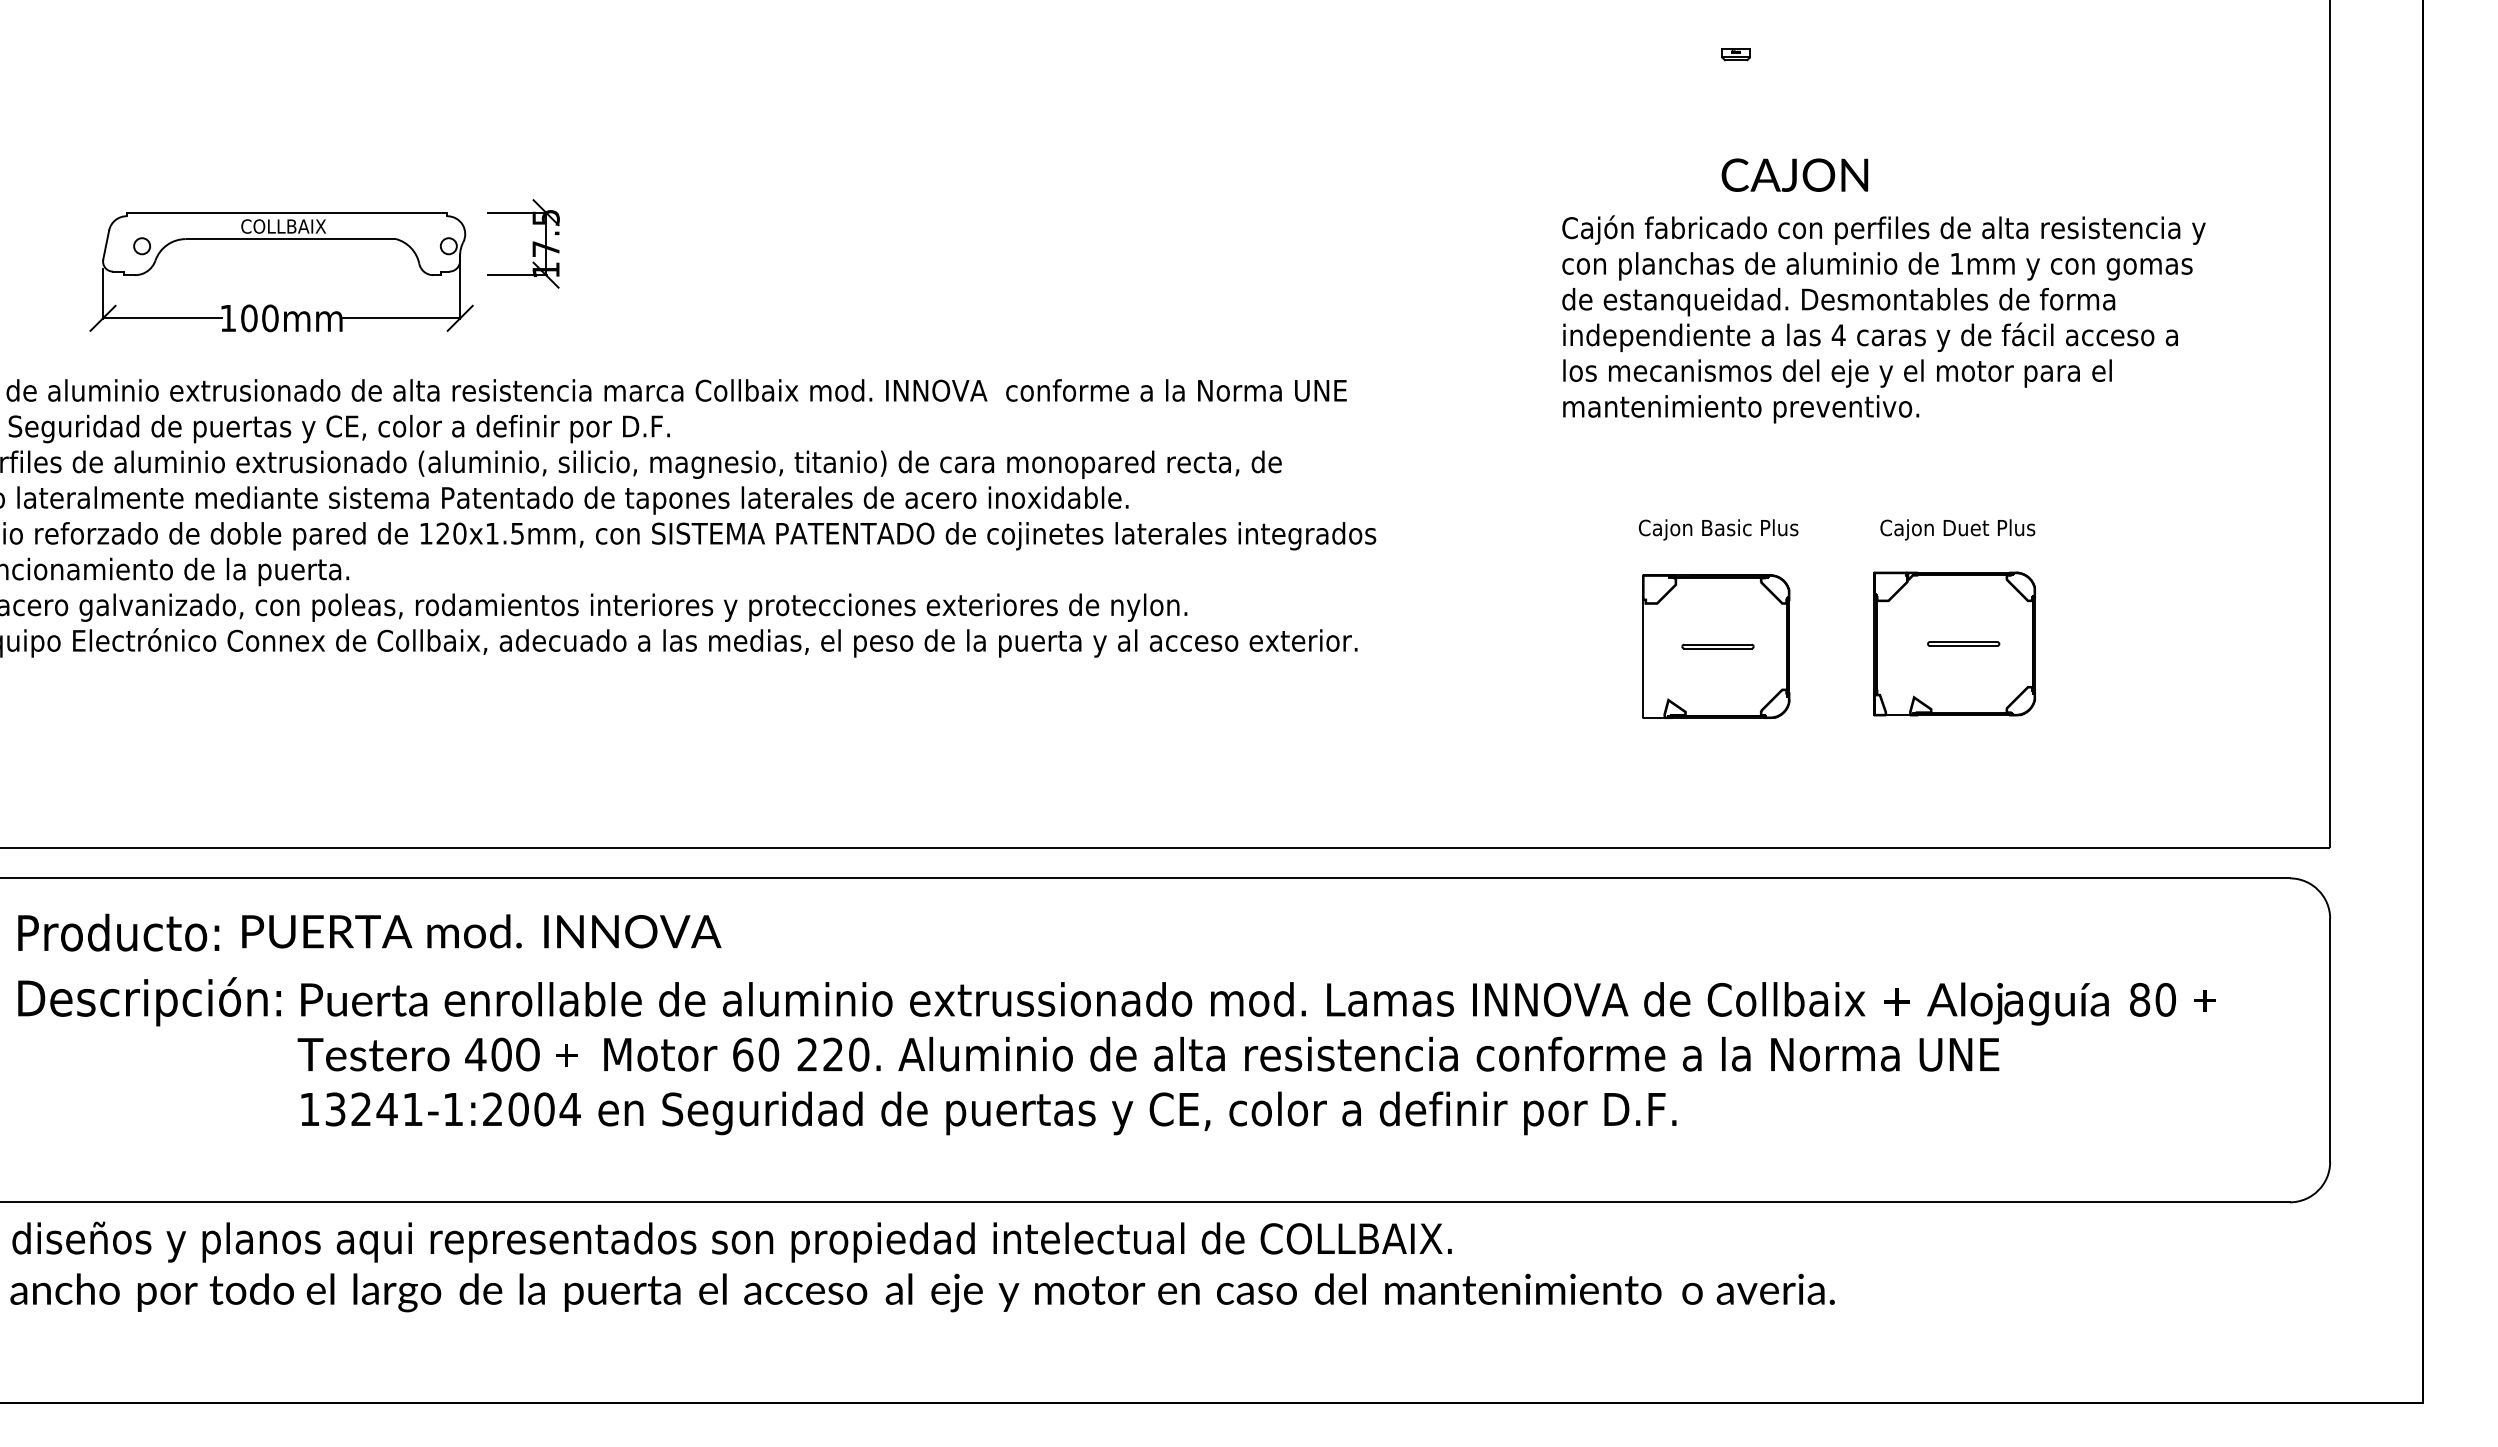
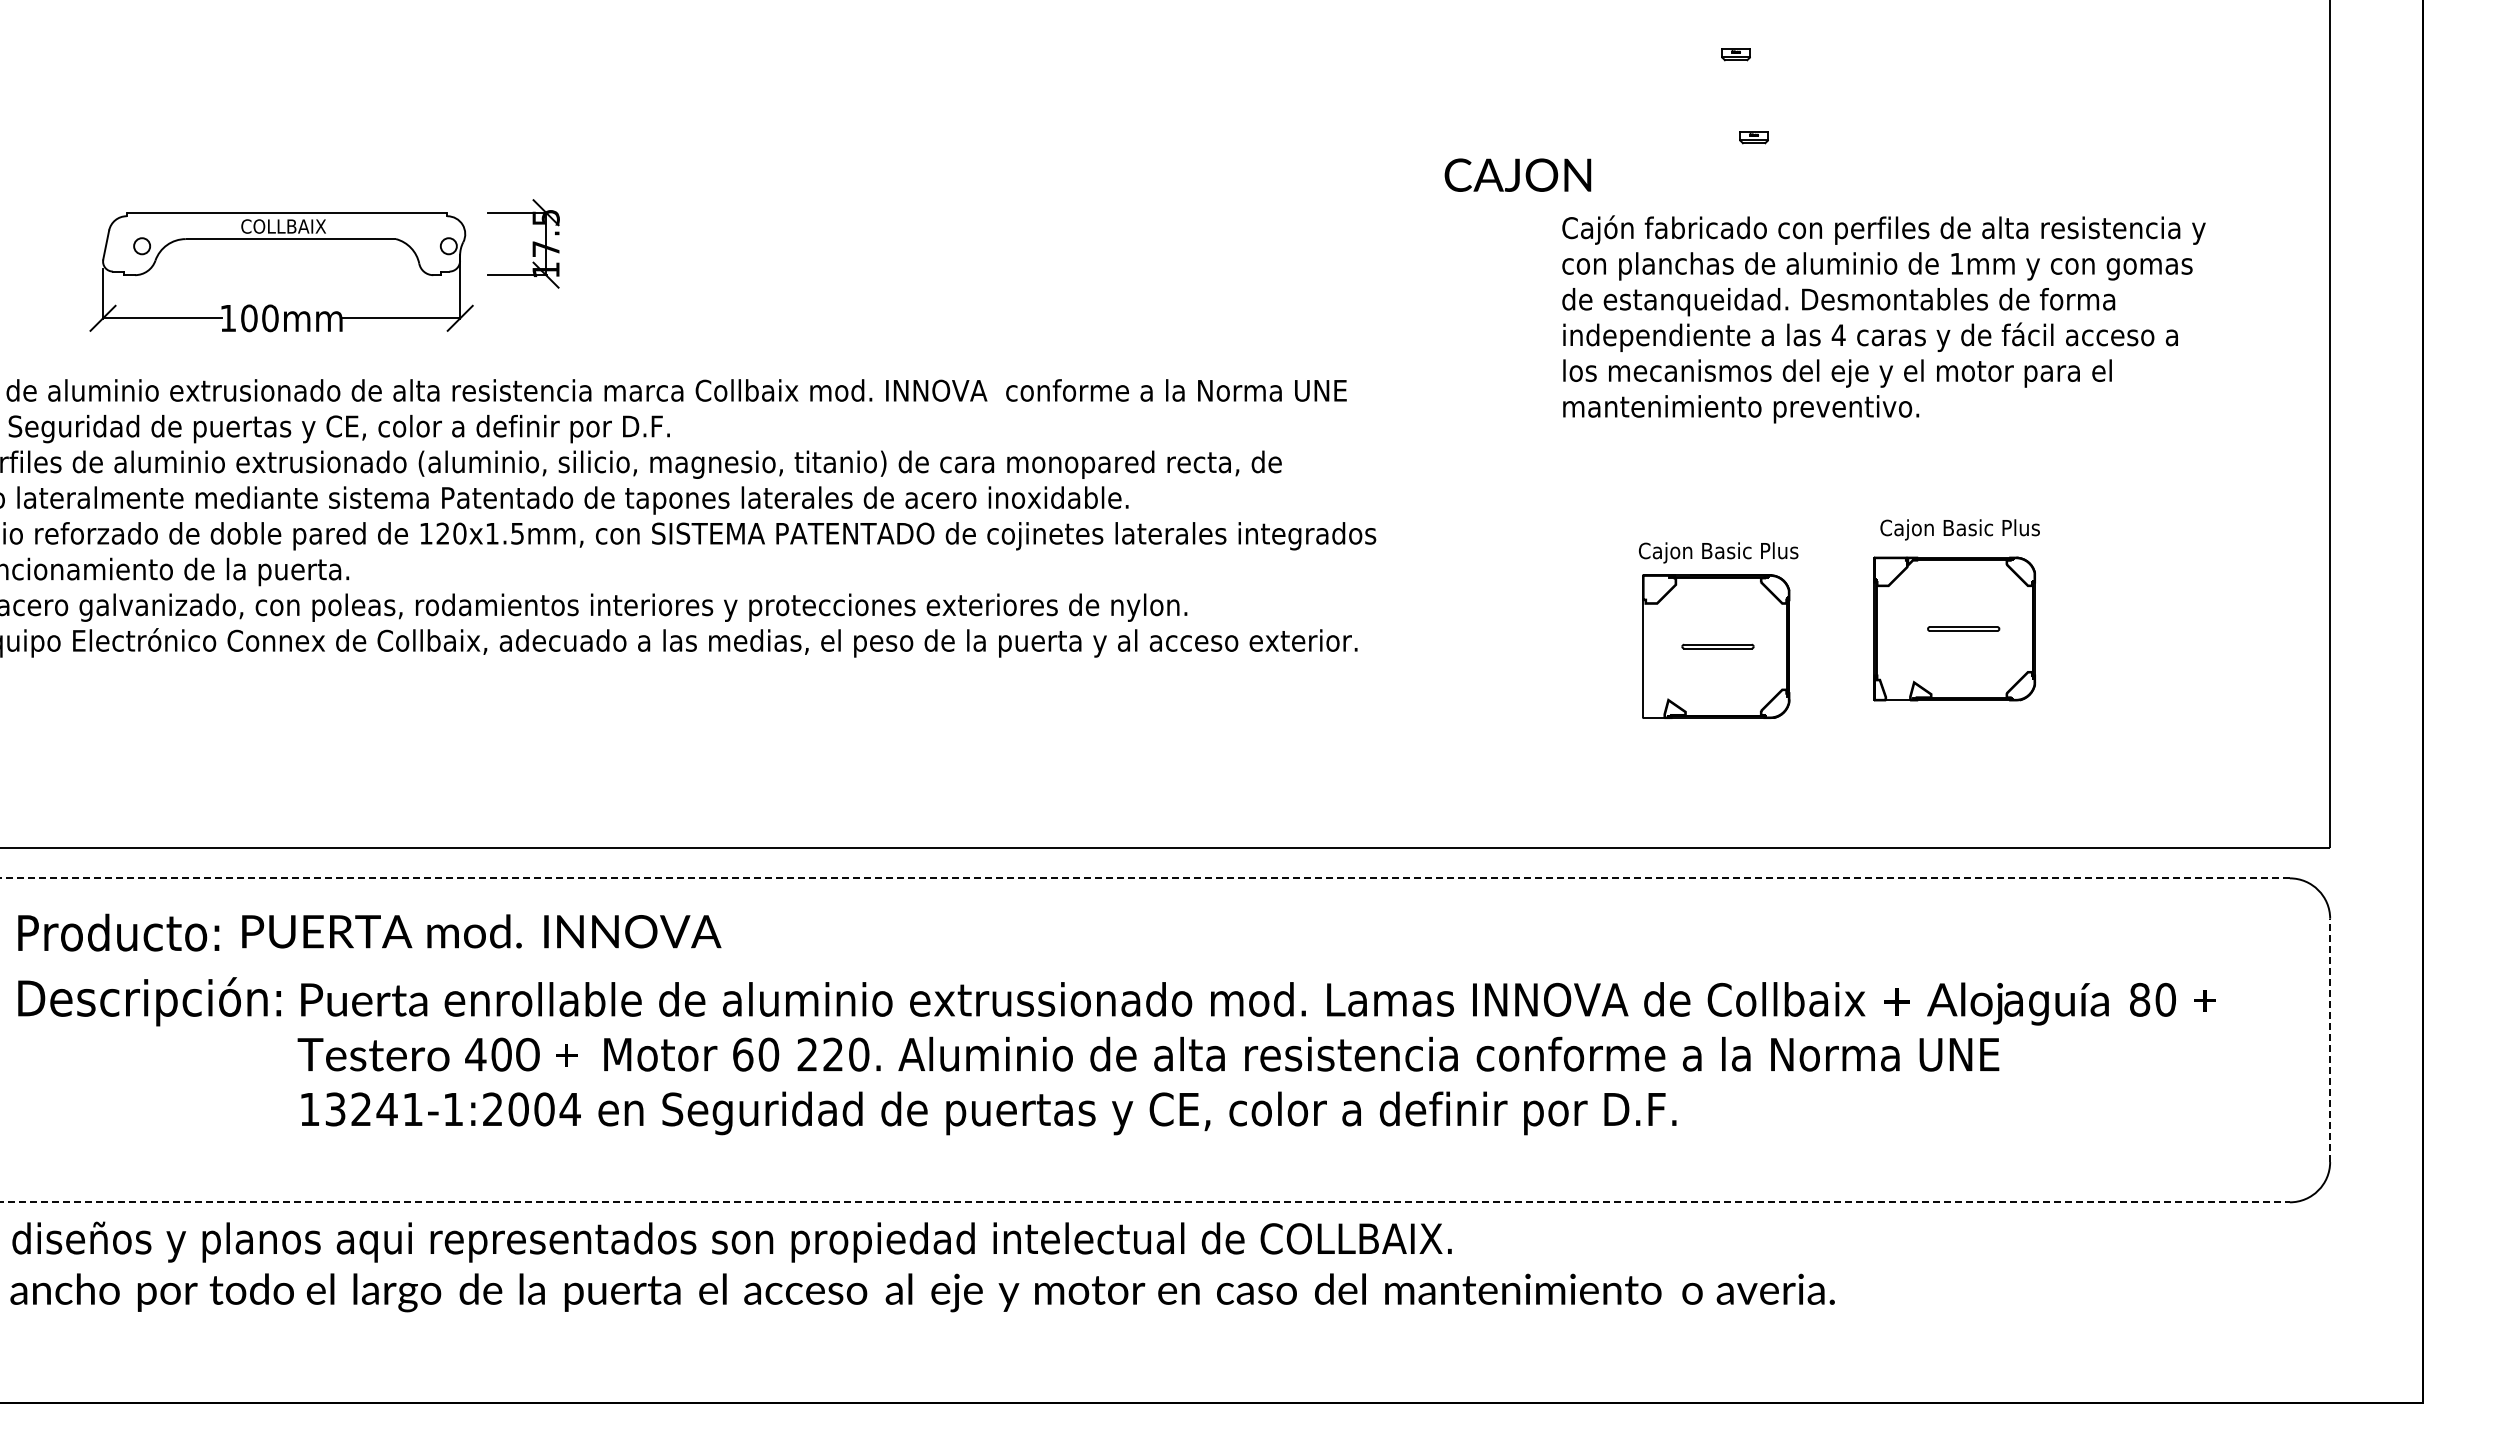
part at (1753, 137): none -> present
text at (1794, 174) position: (1794, 174) -> (1517, 174)
text at (1992, 527): Cajon Duet Plus -> Cajon Basic Plus
text at (1718, 529) position: (1718, 529) -> (1718, 552)
part at (1954, 643) position: (1954, 643) -> (1954, 628)
line at (1144, 878): solid -> dashed
line at (2330, 1040): solid -> dashed
line at (1144, 1202): solid -> dashed
